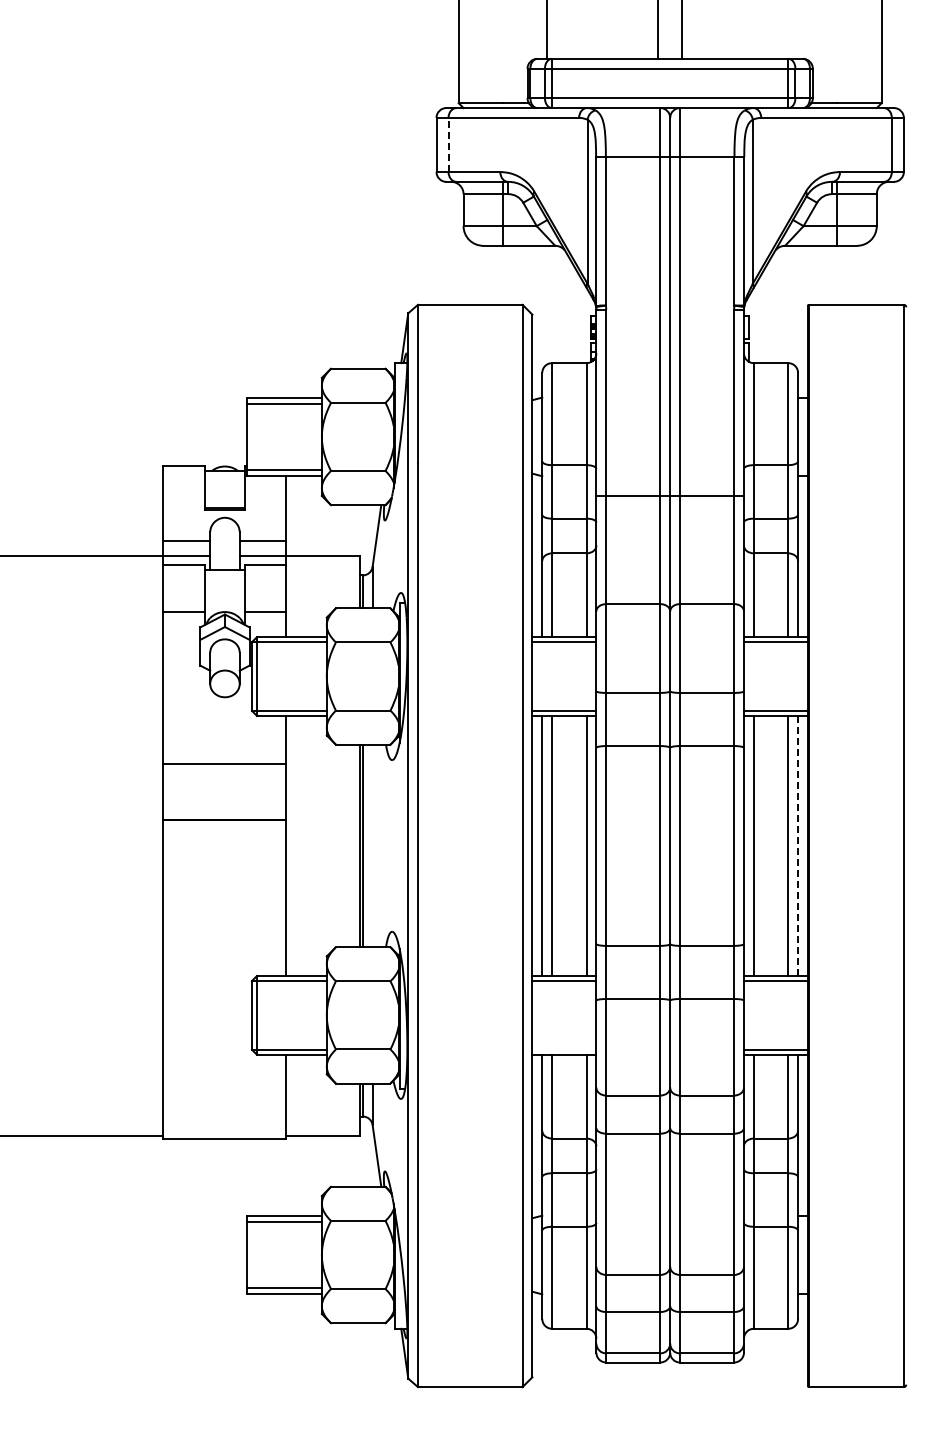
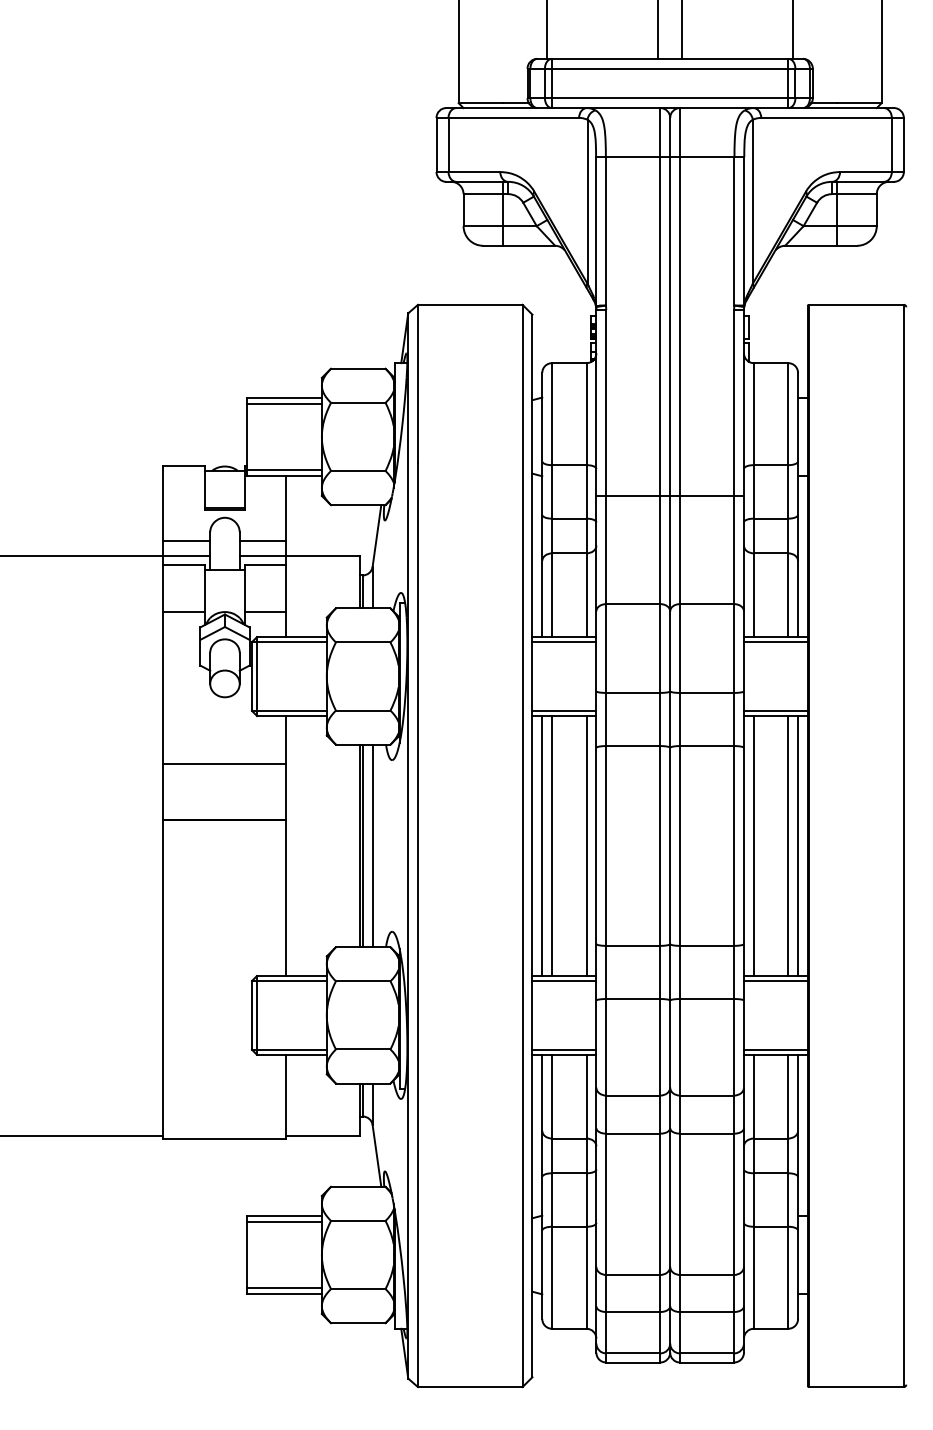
line at (793, 30): none -> present
line at (448, 144): dashed -> solid
line at (372, 845): none -> present
line at (798, 845): dashed -> solid
line at (564, 1049): none -> present
